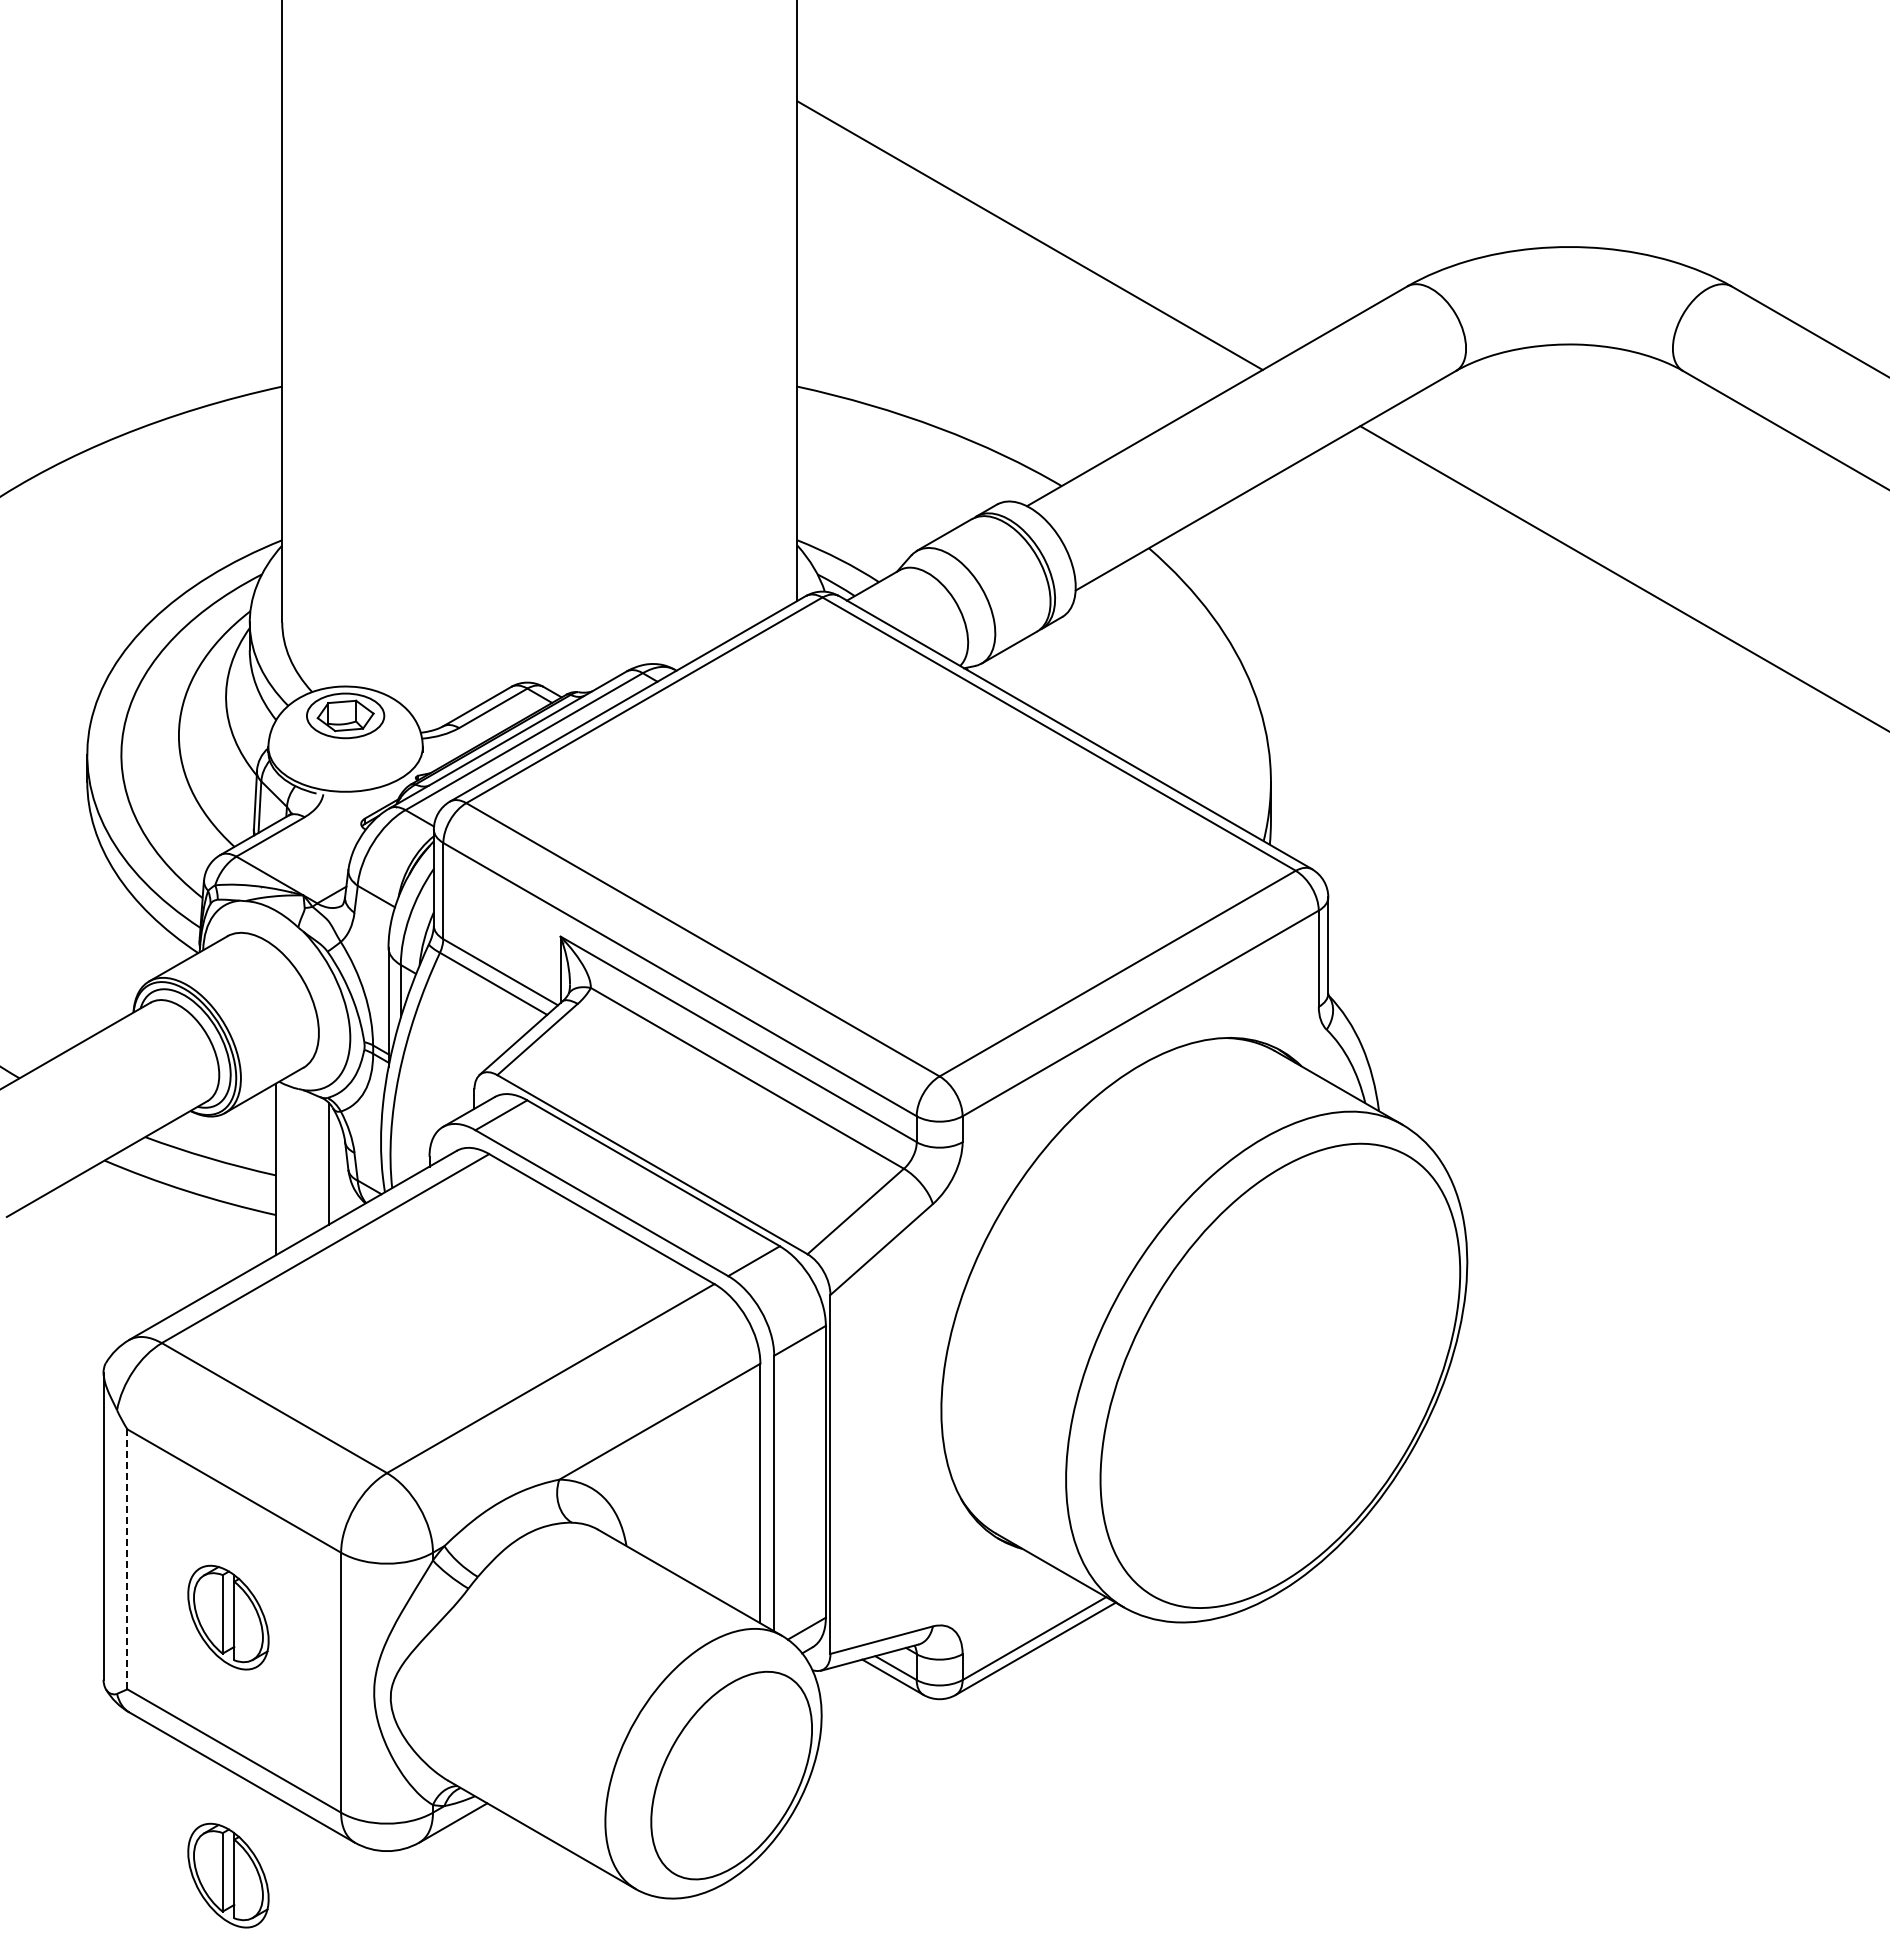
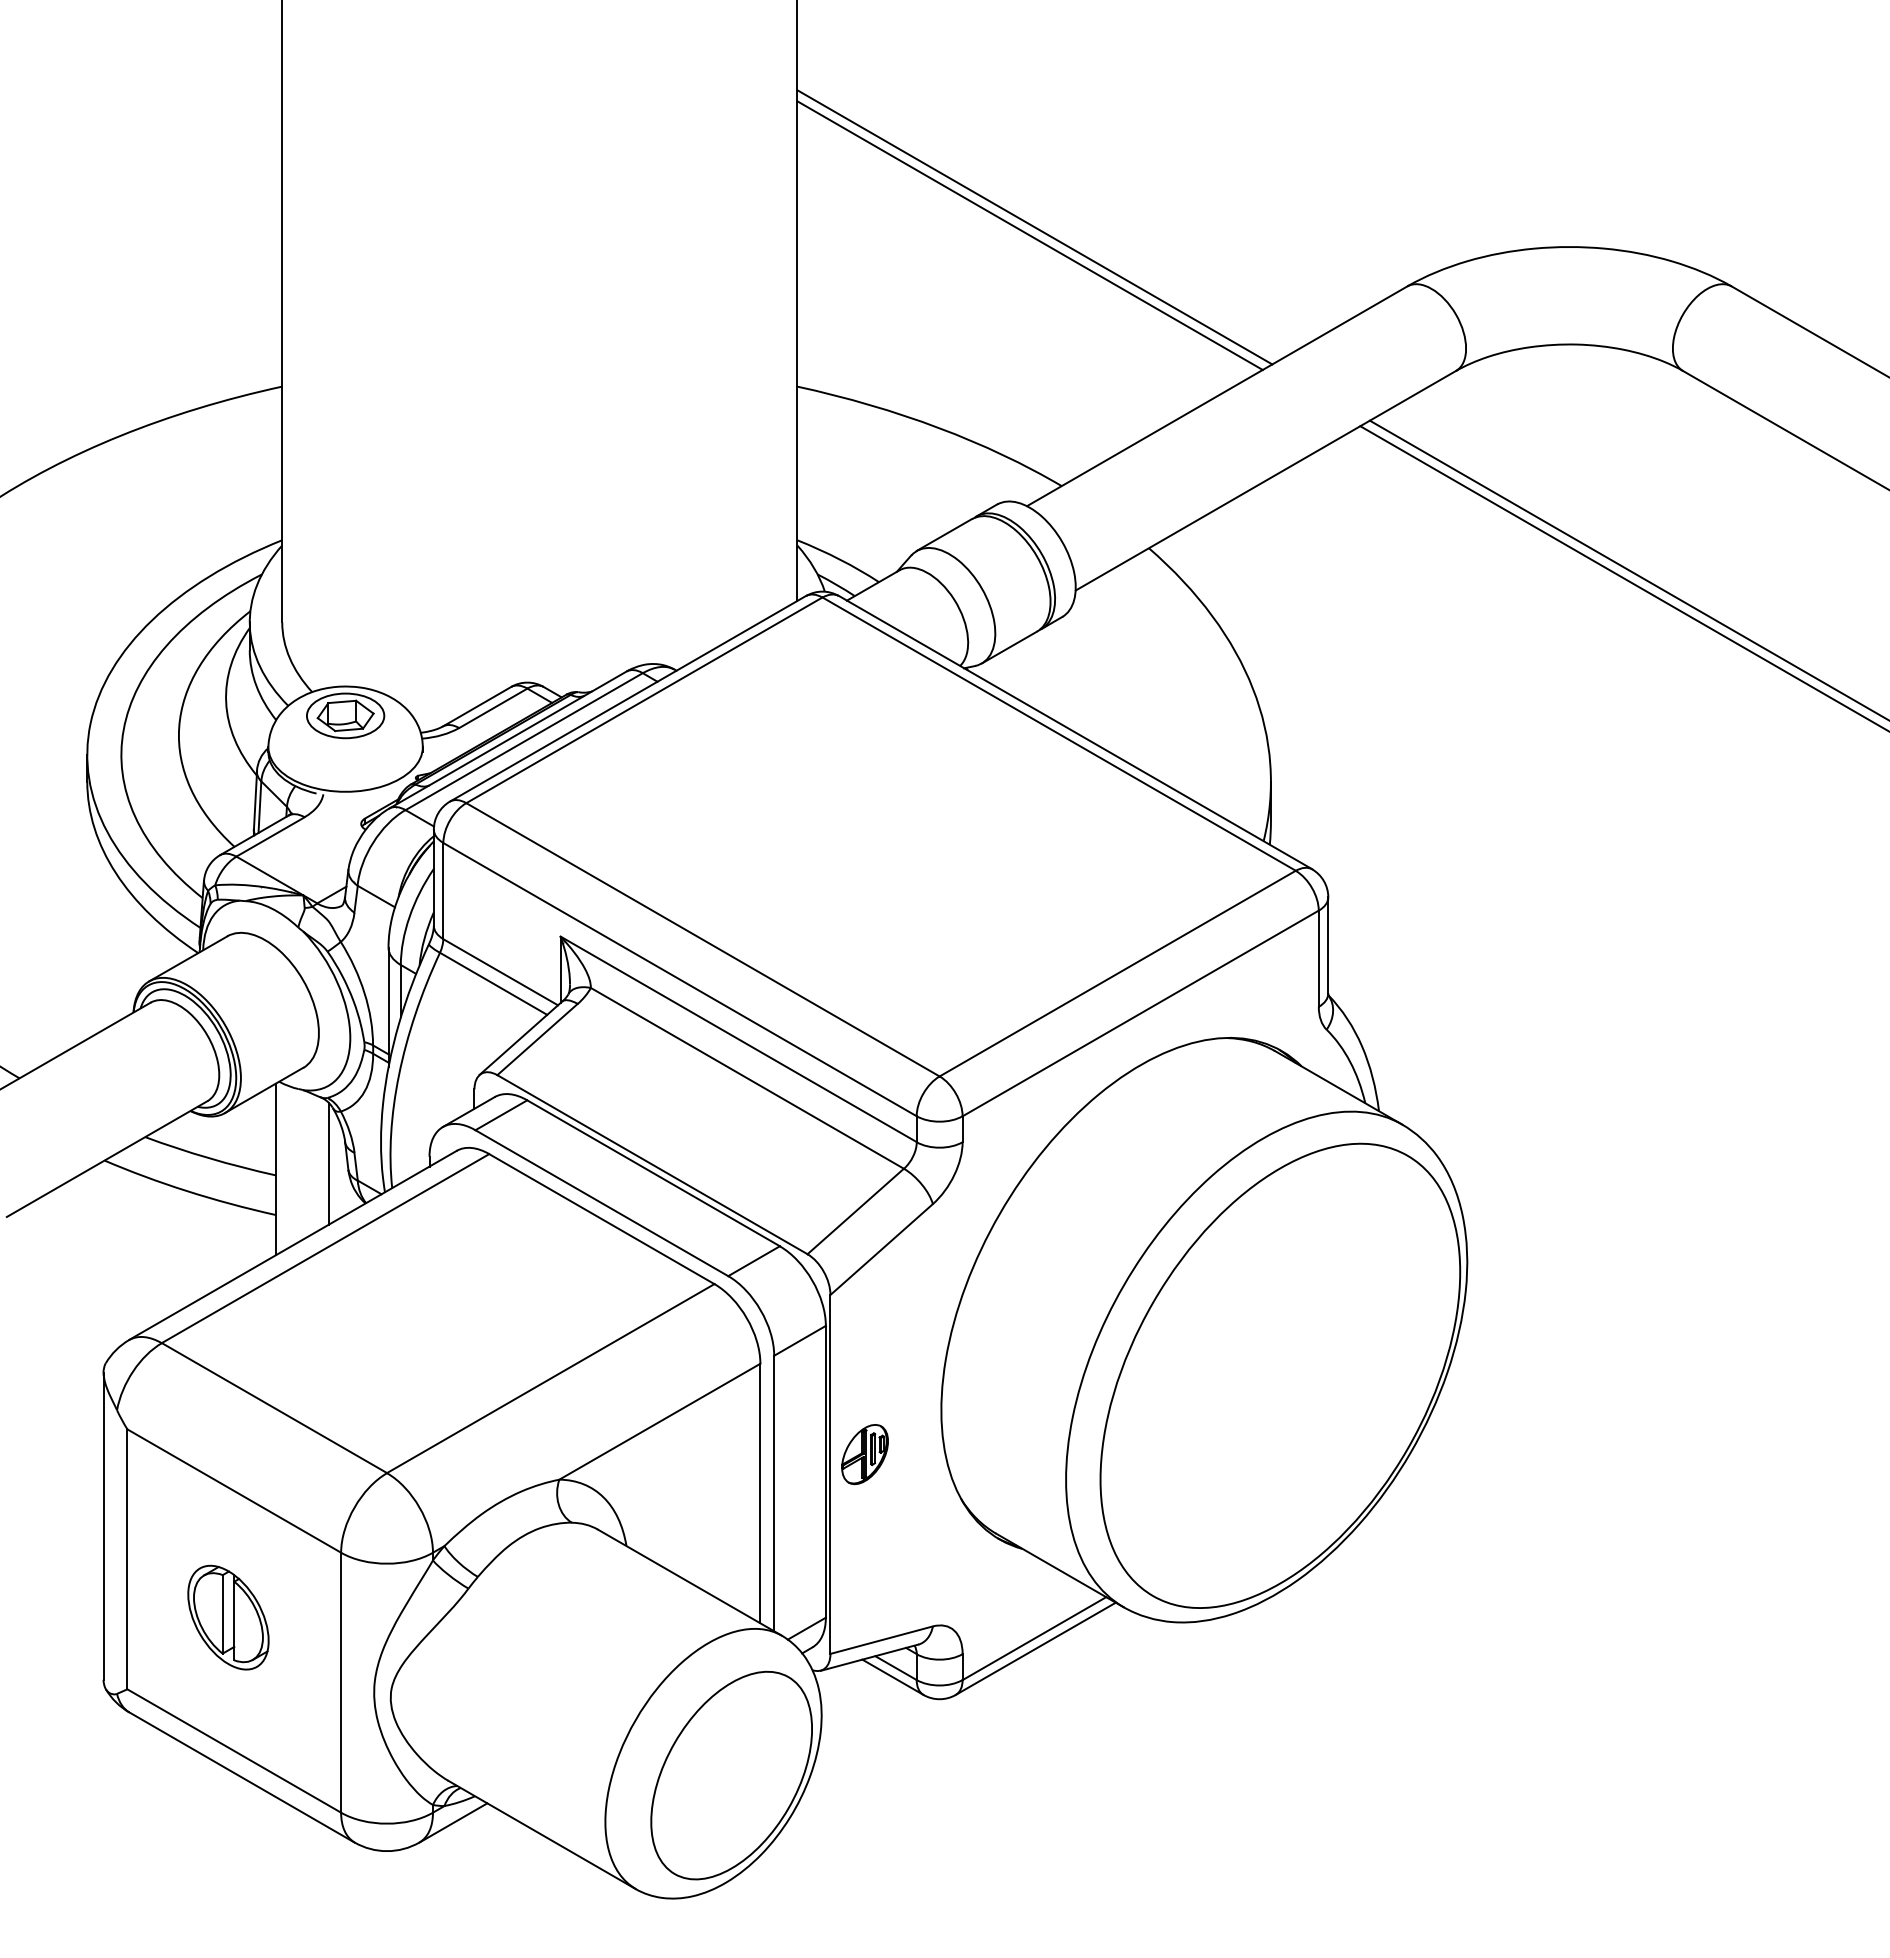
line at (1034, 227): none -> present
line at (1627, 569): none -> present
part at (864, 1454): none -> present
line at (127, 1559): dashed -> solid
part at (228, 1875): present -> none
